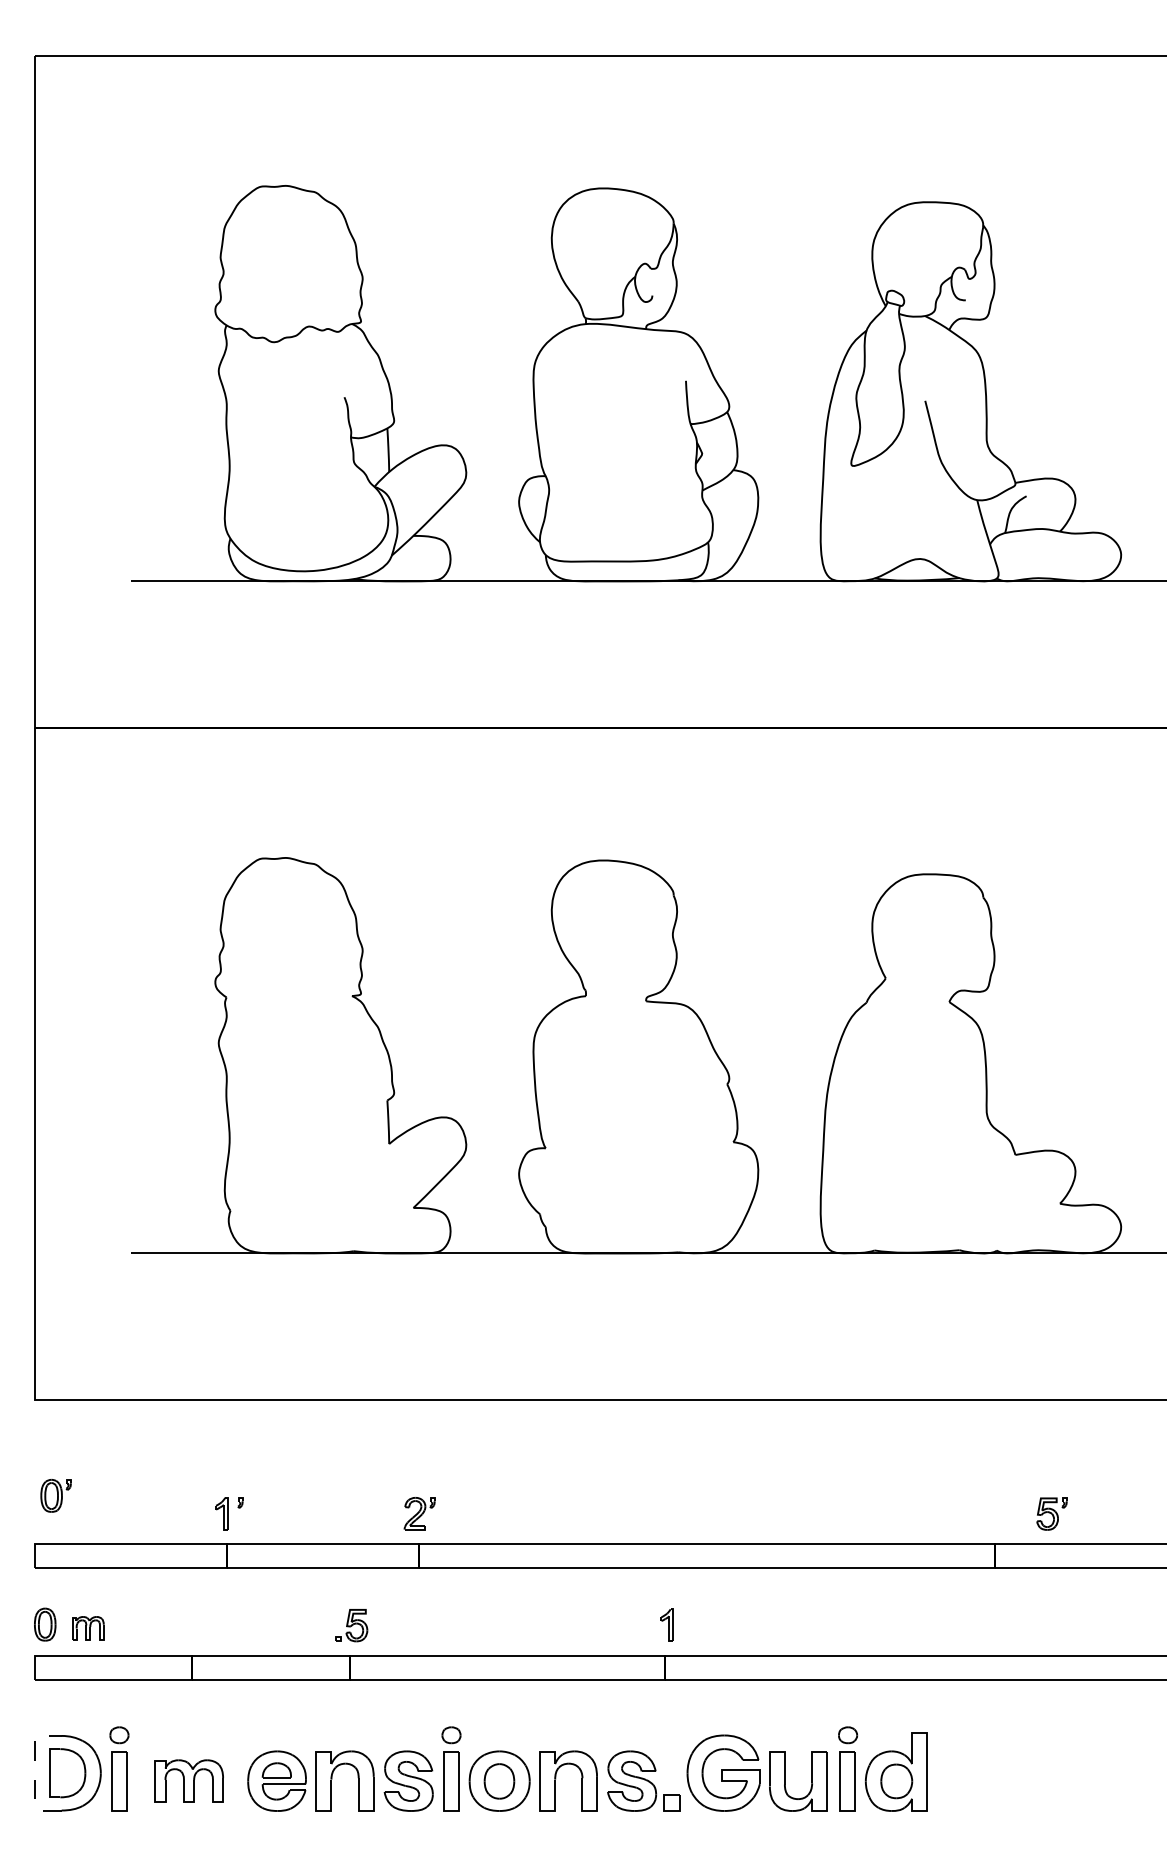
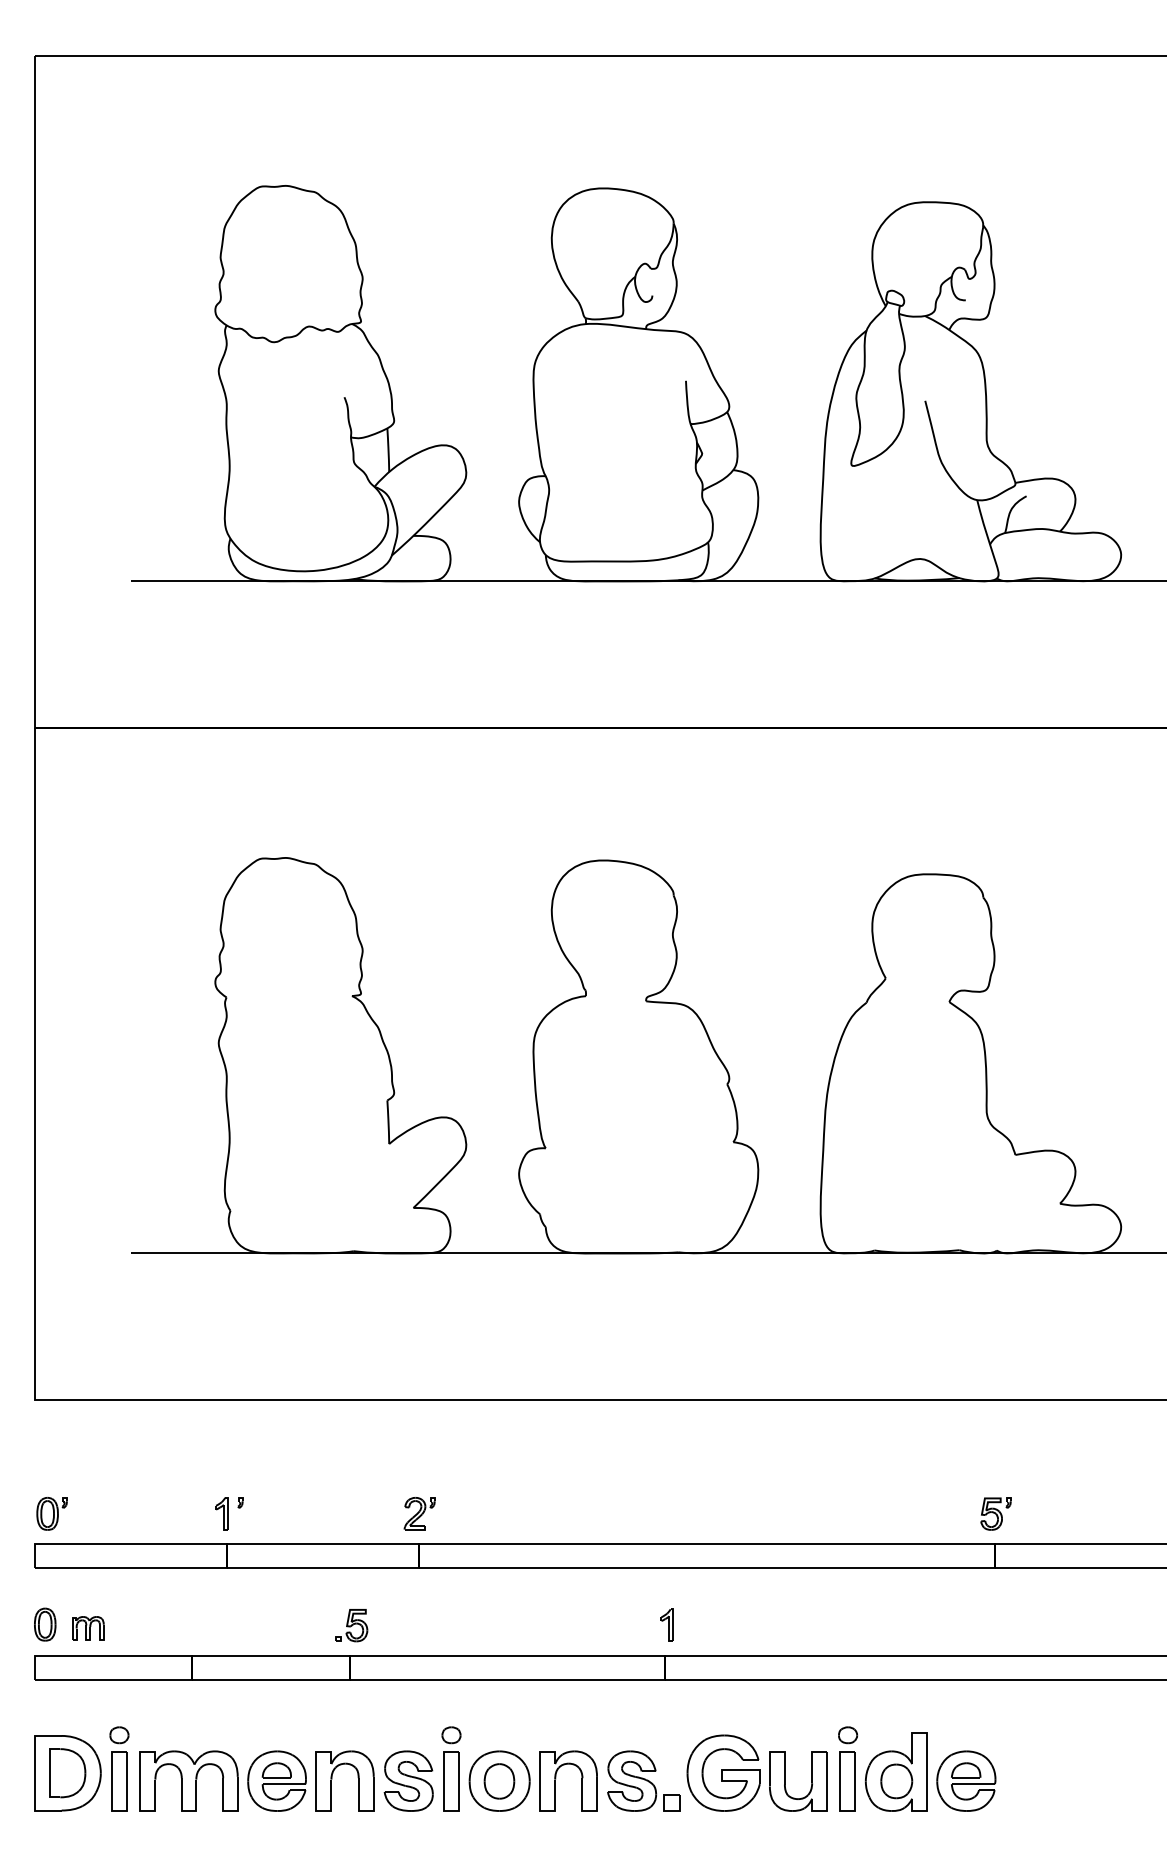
part at (55, 1495) position: (55, 1495) -> (51, 1513)
part at (1051, 1513) position: (1051, 1513) -> (995, 1513)
line at (34, 1772): dashed -> solid
part at (188, 1780) size: 70x44 px -> 100x62 px
part at (966, 1780): none -> present
